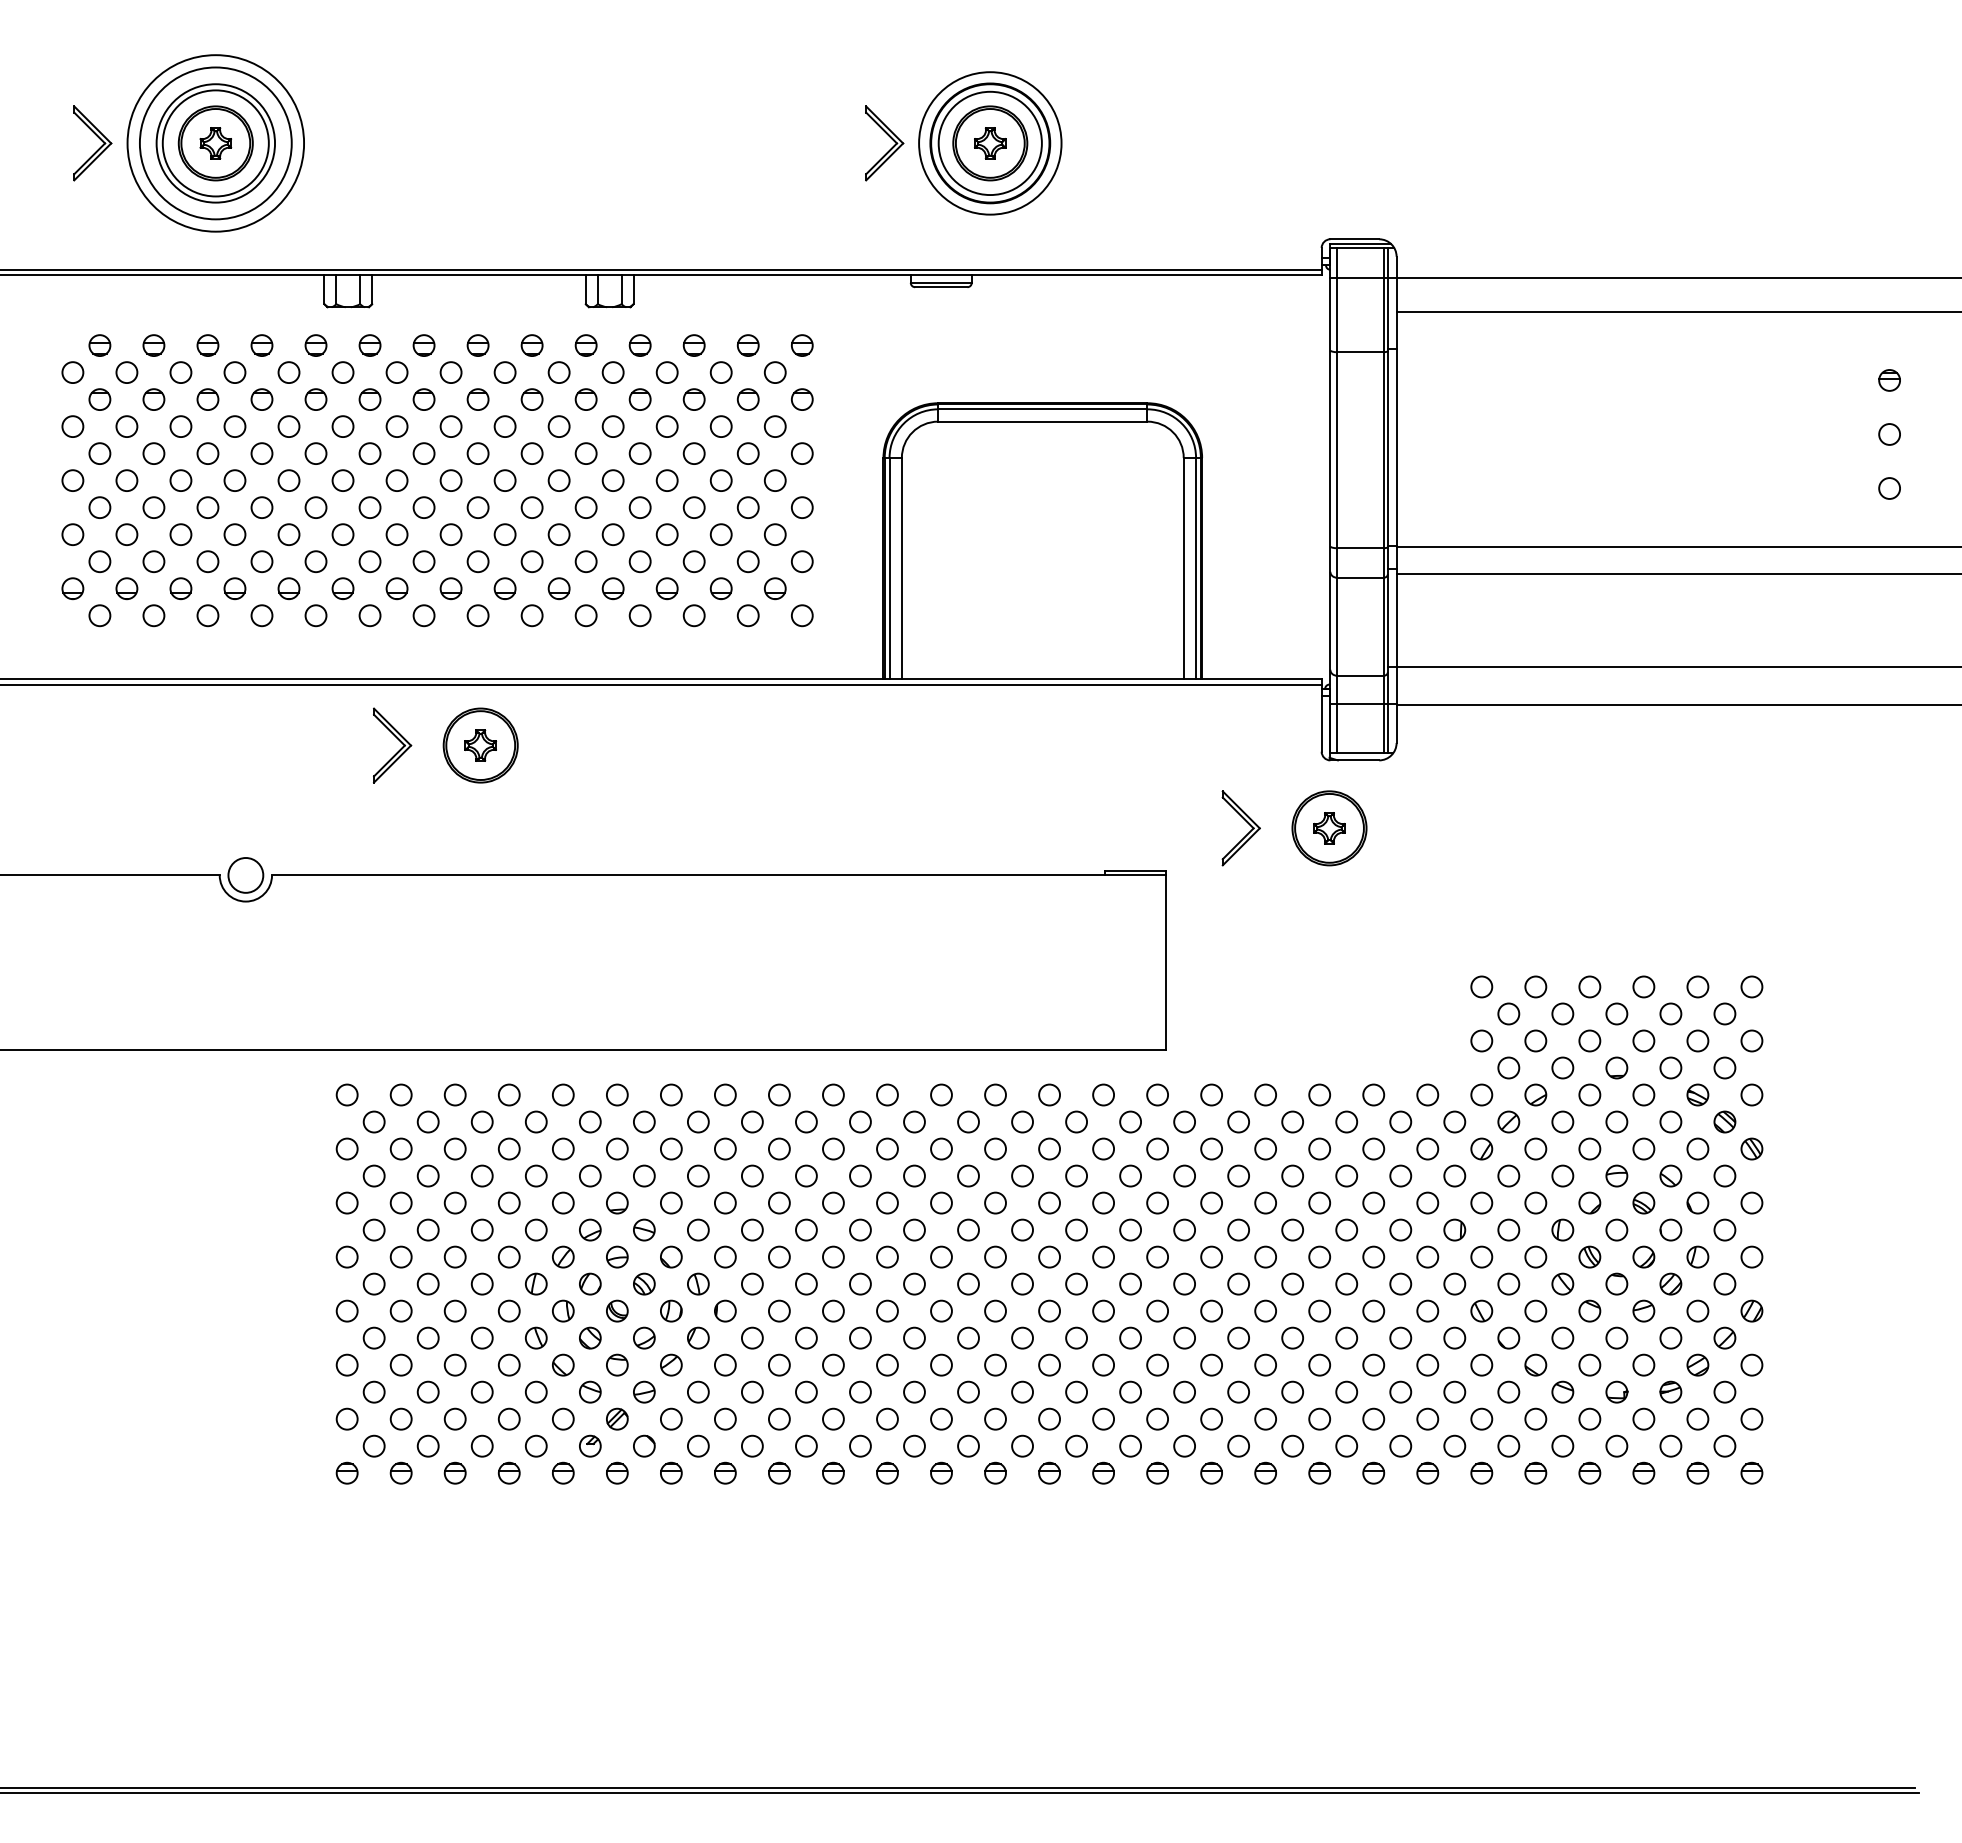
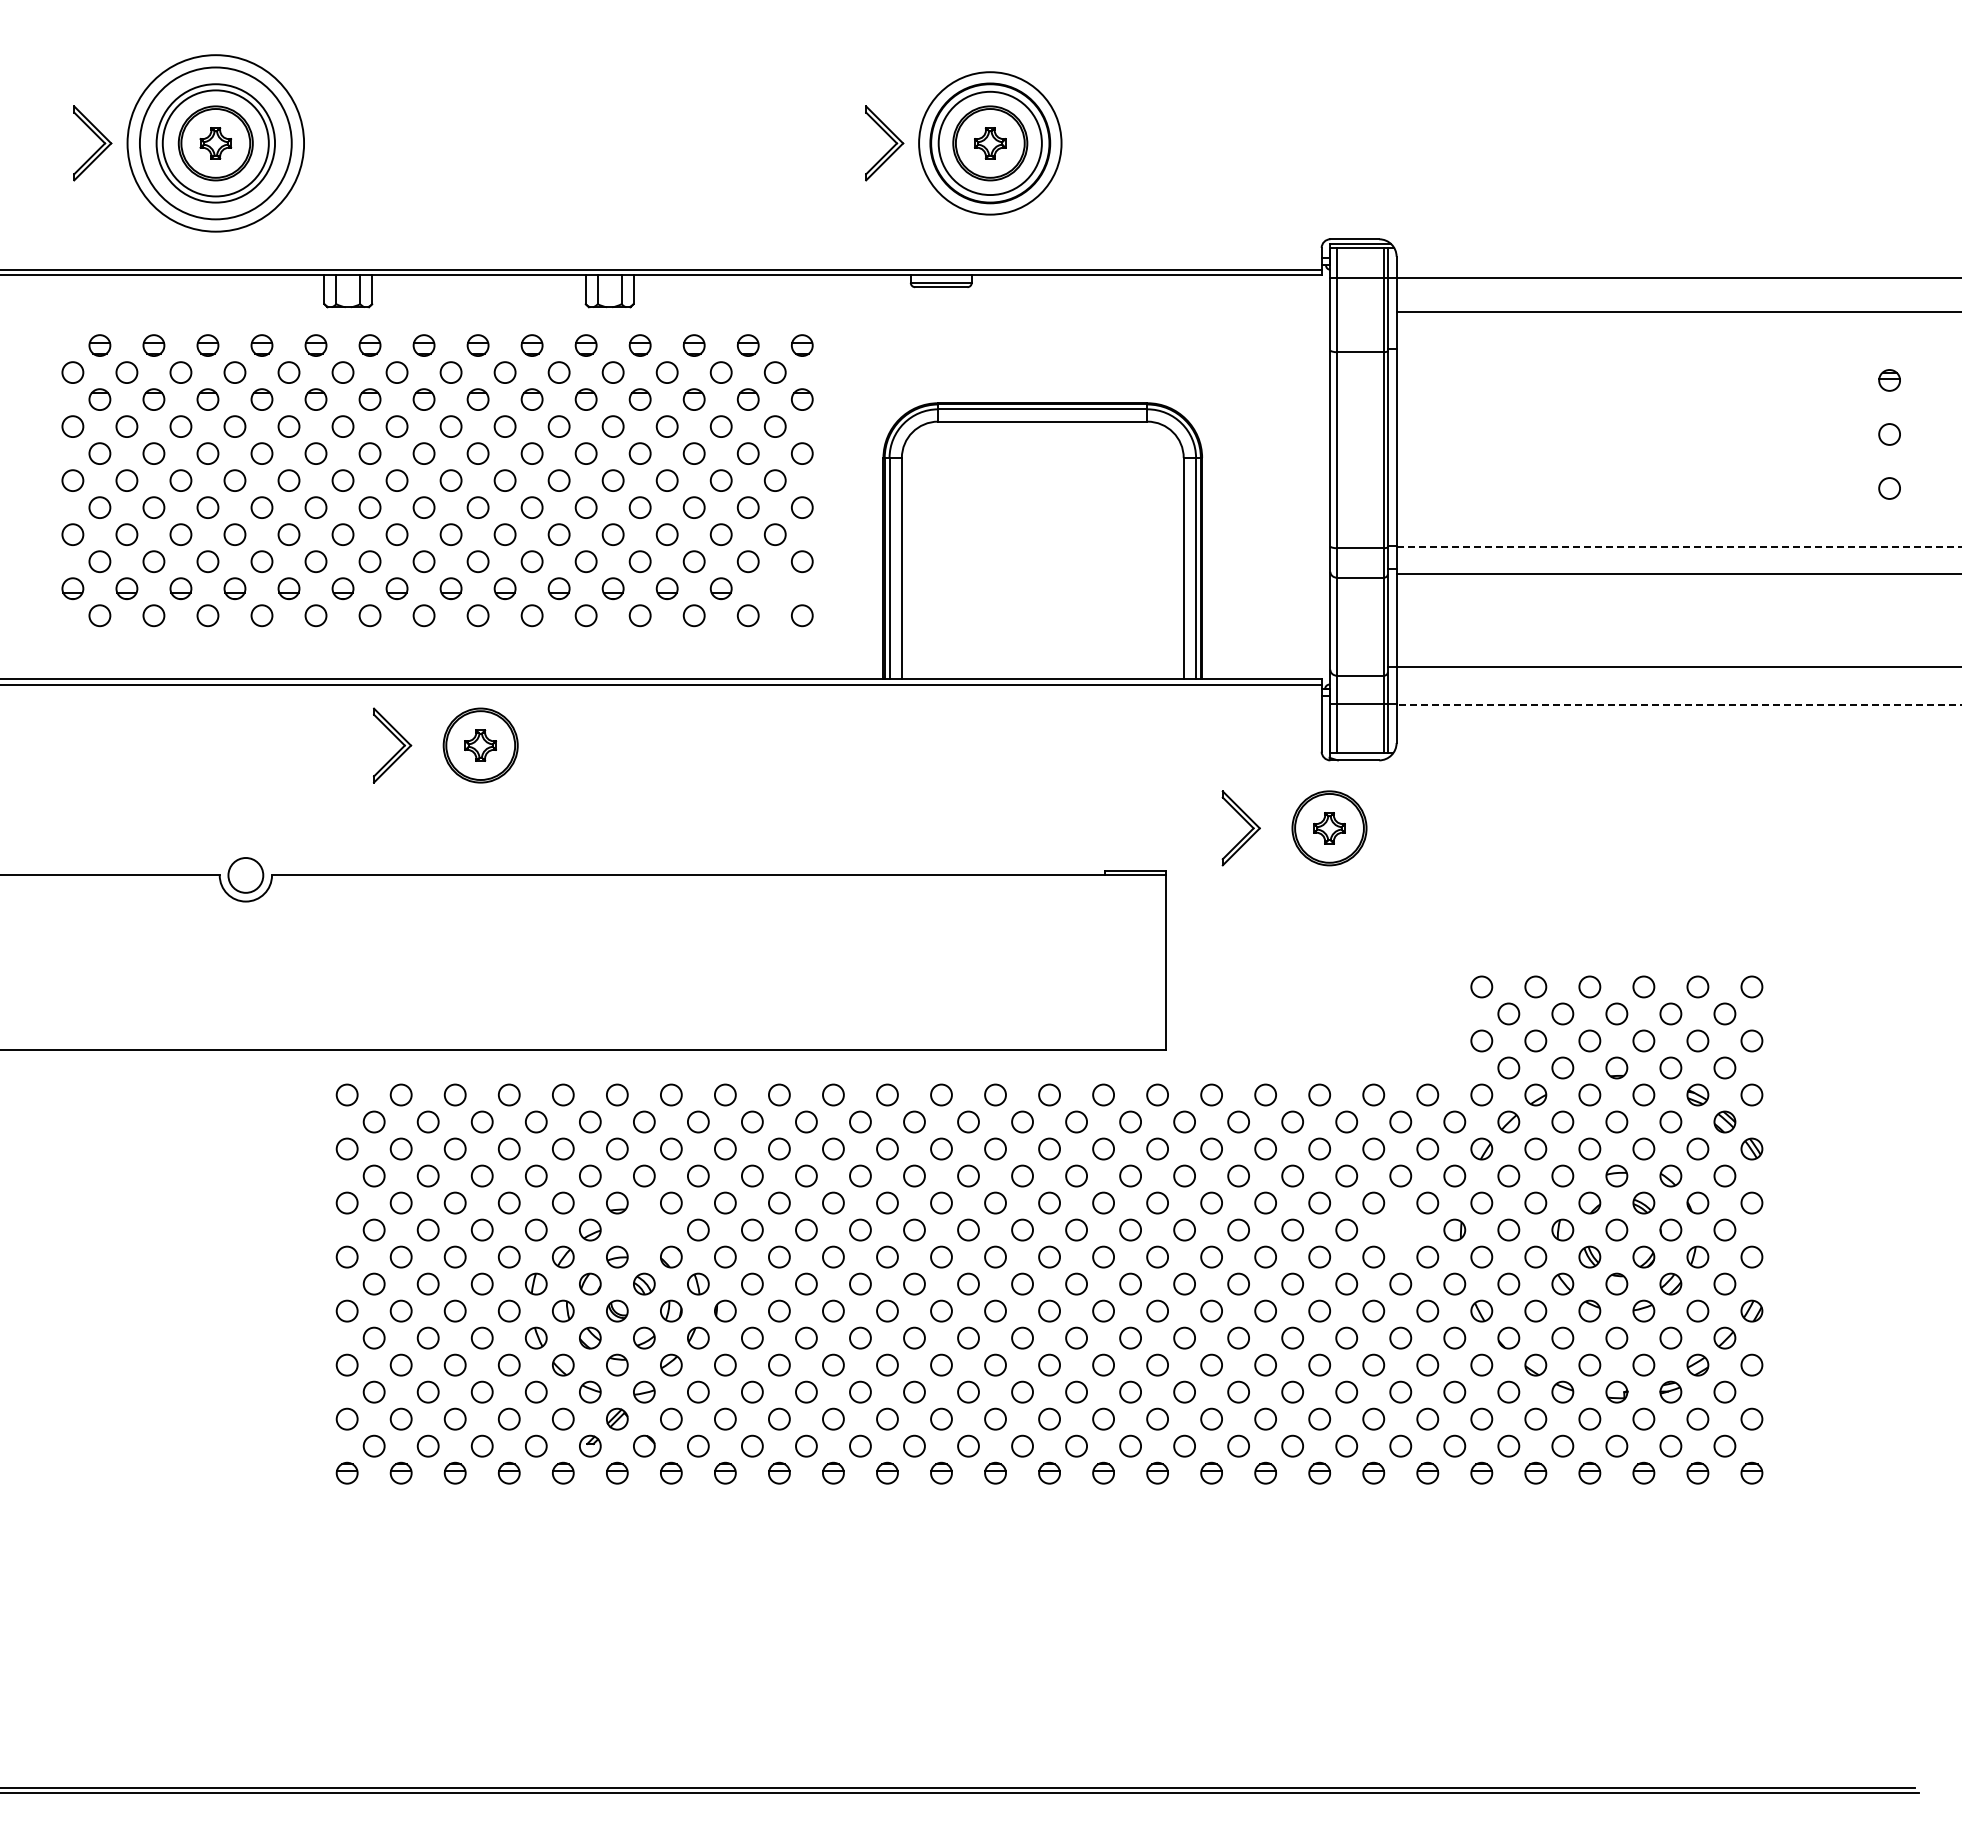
line at (1679, 547): solid -> dashed
part at (775, 588): present -> none
line at (1678, 704): solid -> dashed
part at (644, 1229): present -> none
circle at (1400, 1229): present -> none
